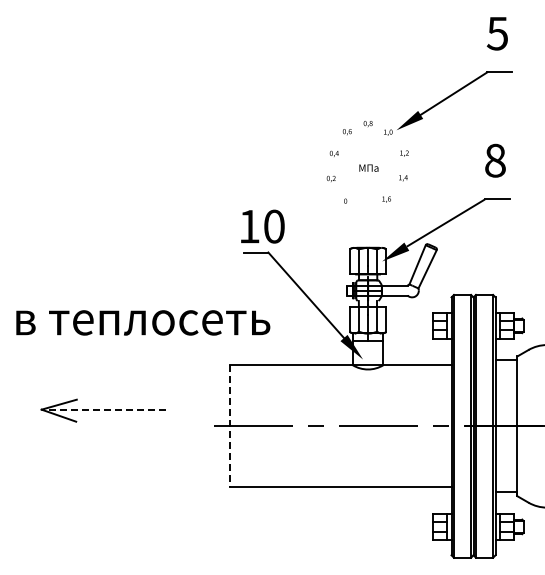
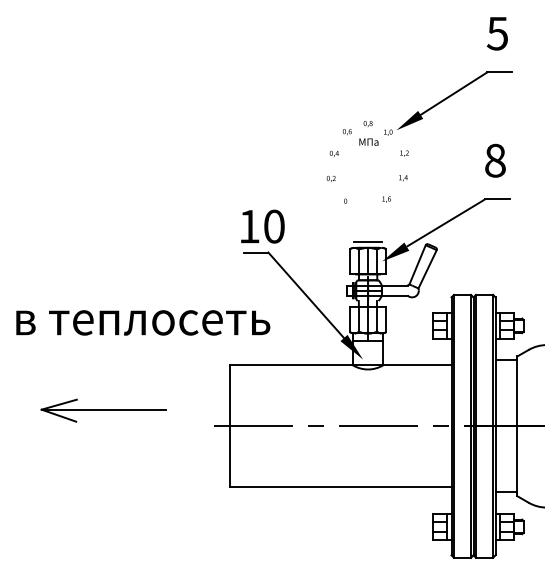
text at (368, 167) position: (368, 167) -> (368, 141)
line at (367, 241): none -> present
line at (103, 409): dashed -> solid
line at (230, 426): dashed -> solid
